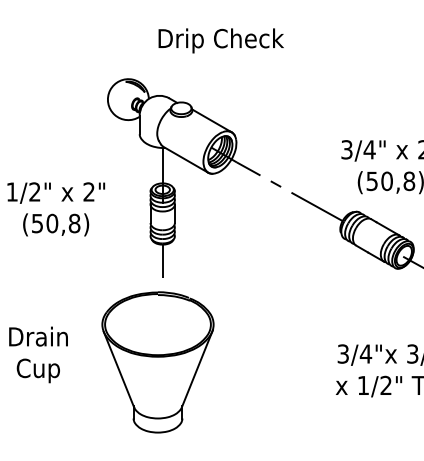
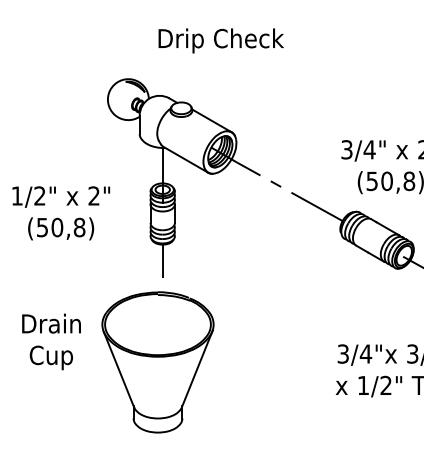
text at (56, 209) position: (56, 209) -> (61, 213)
text at (38, 354) position: (38, 354) -> (51, 341)
